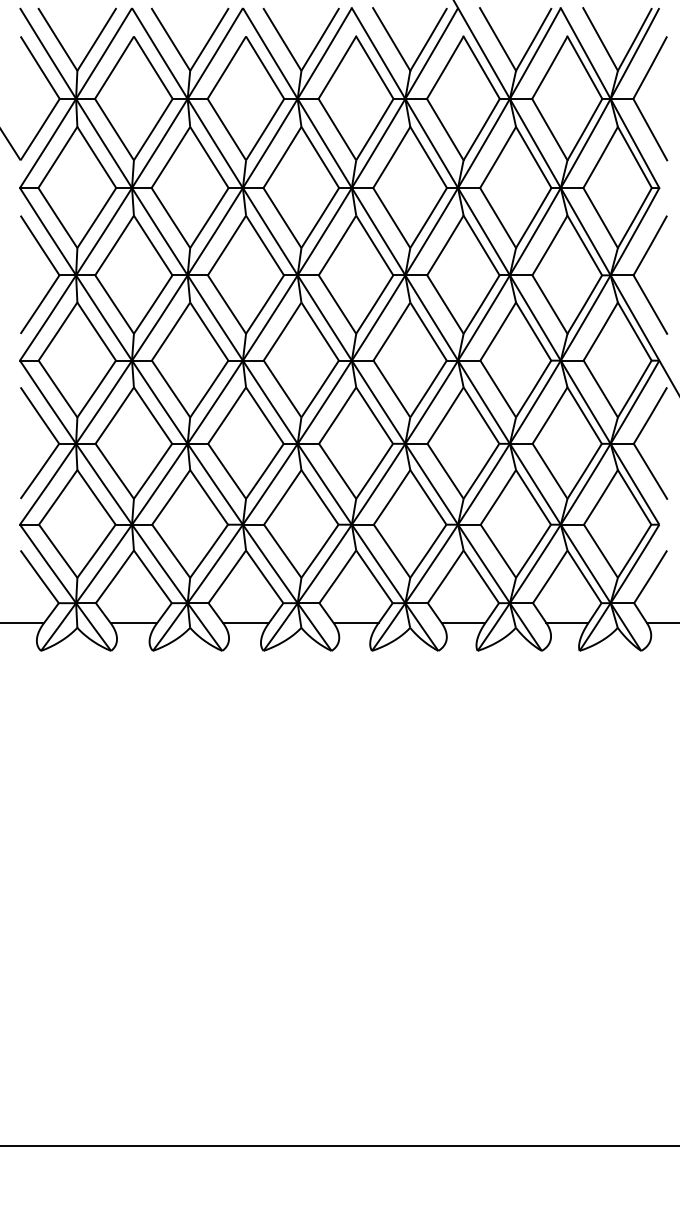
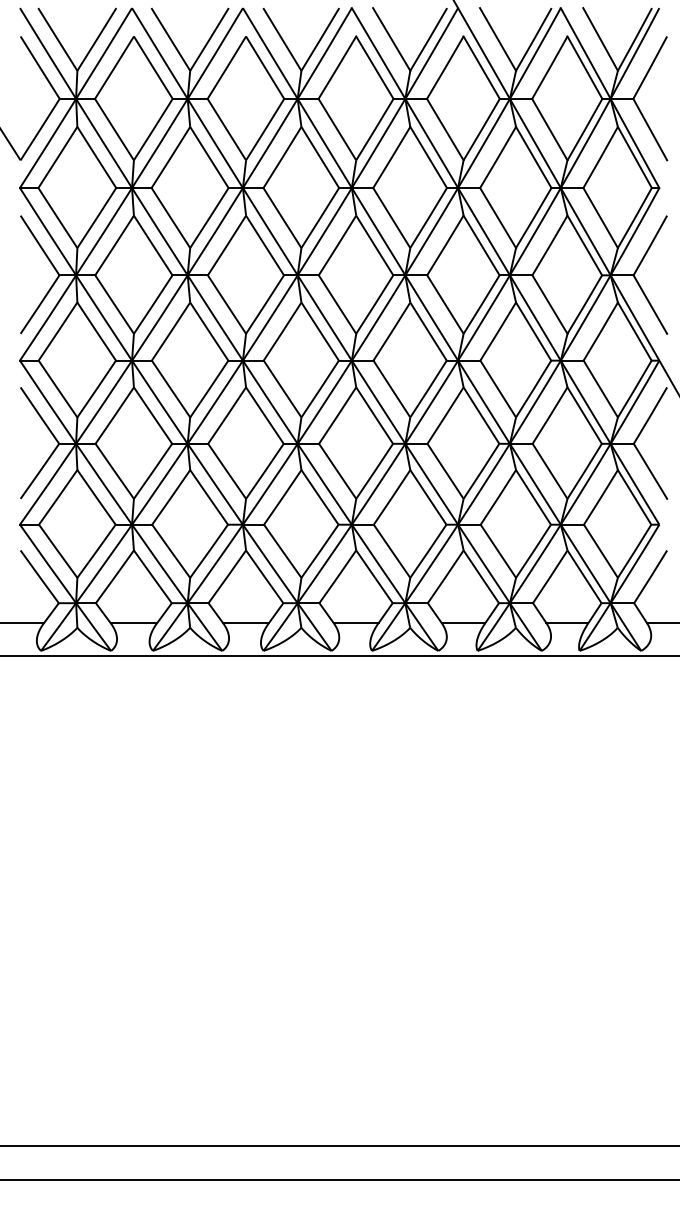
line at (339, 656): none -> present
line at (339, 1179): none -> present
